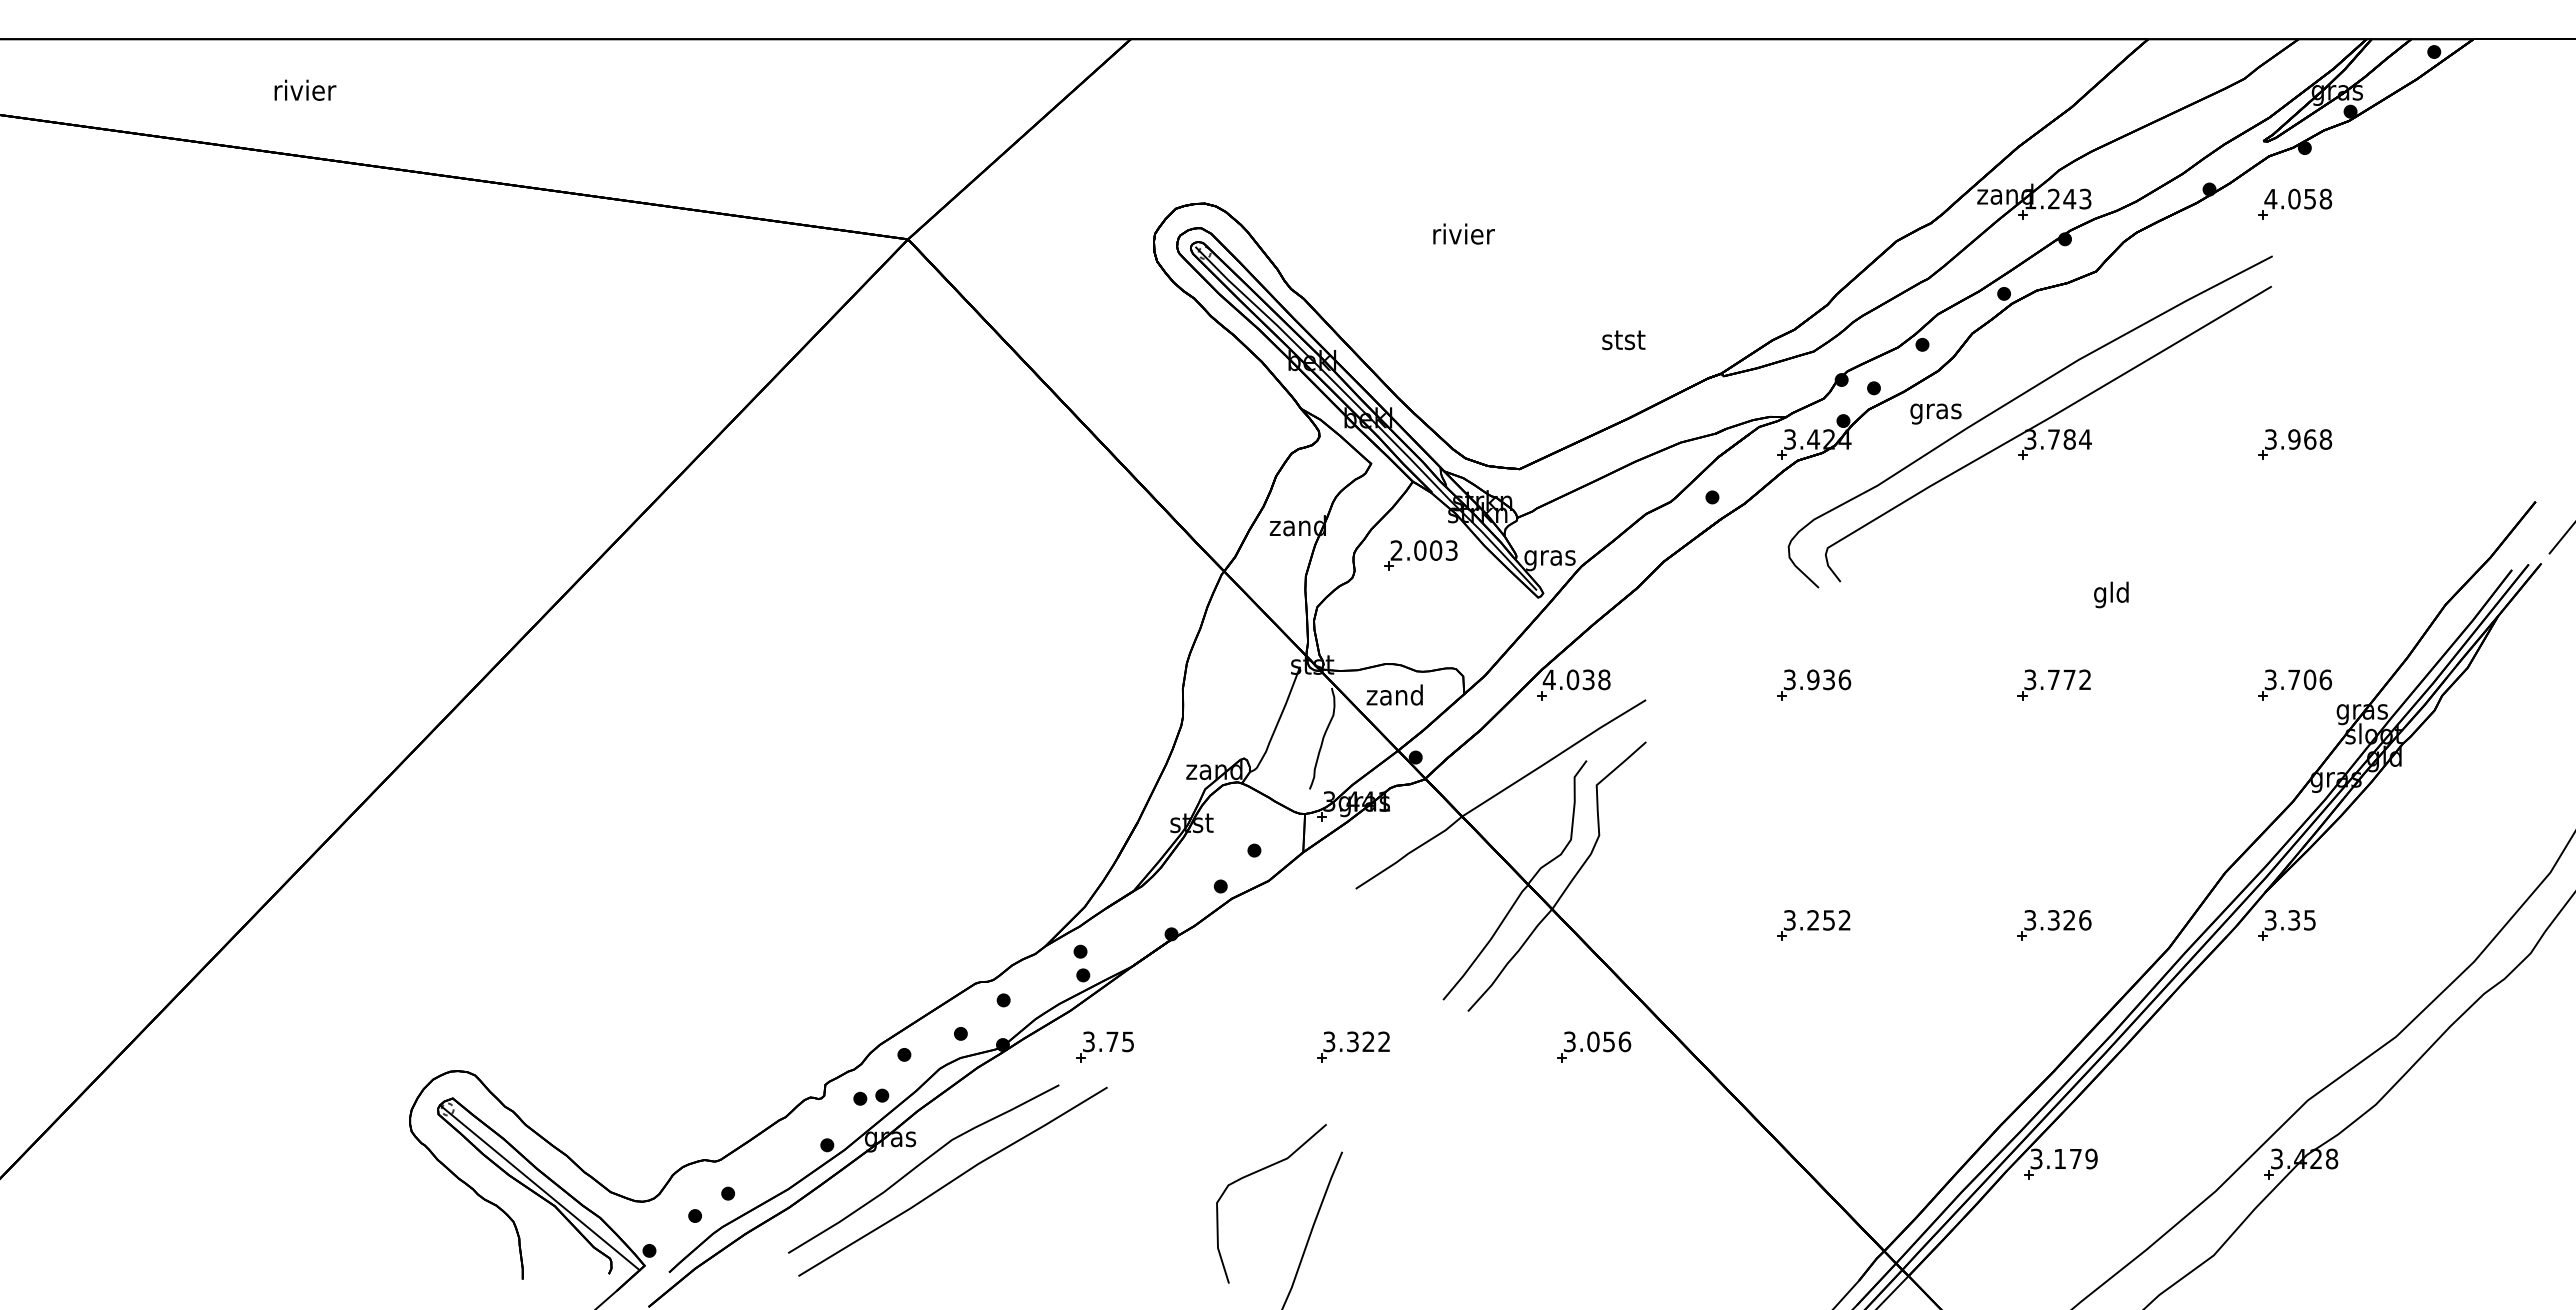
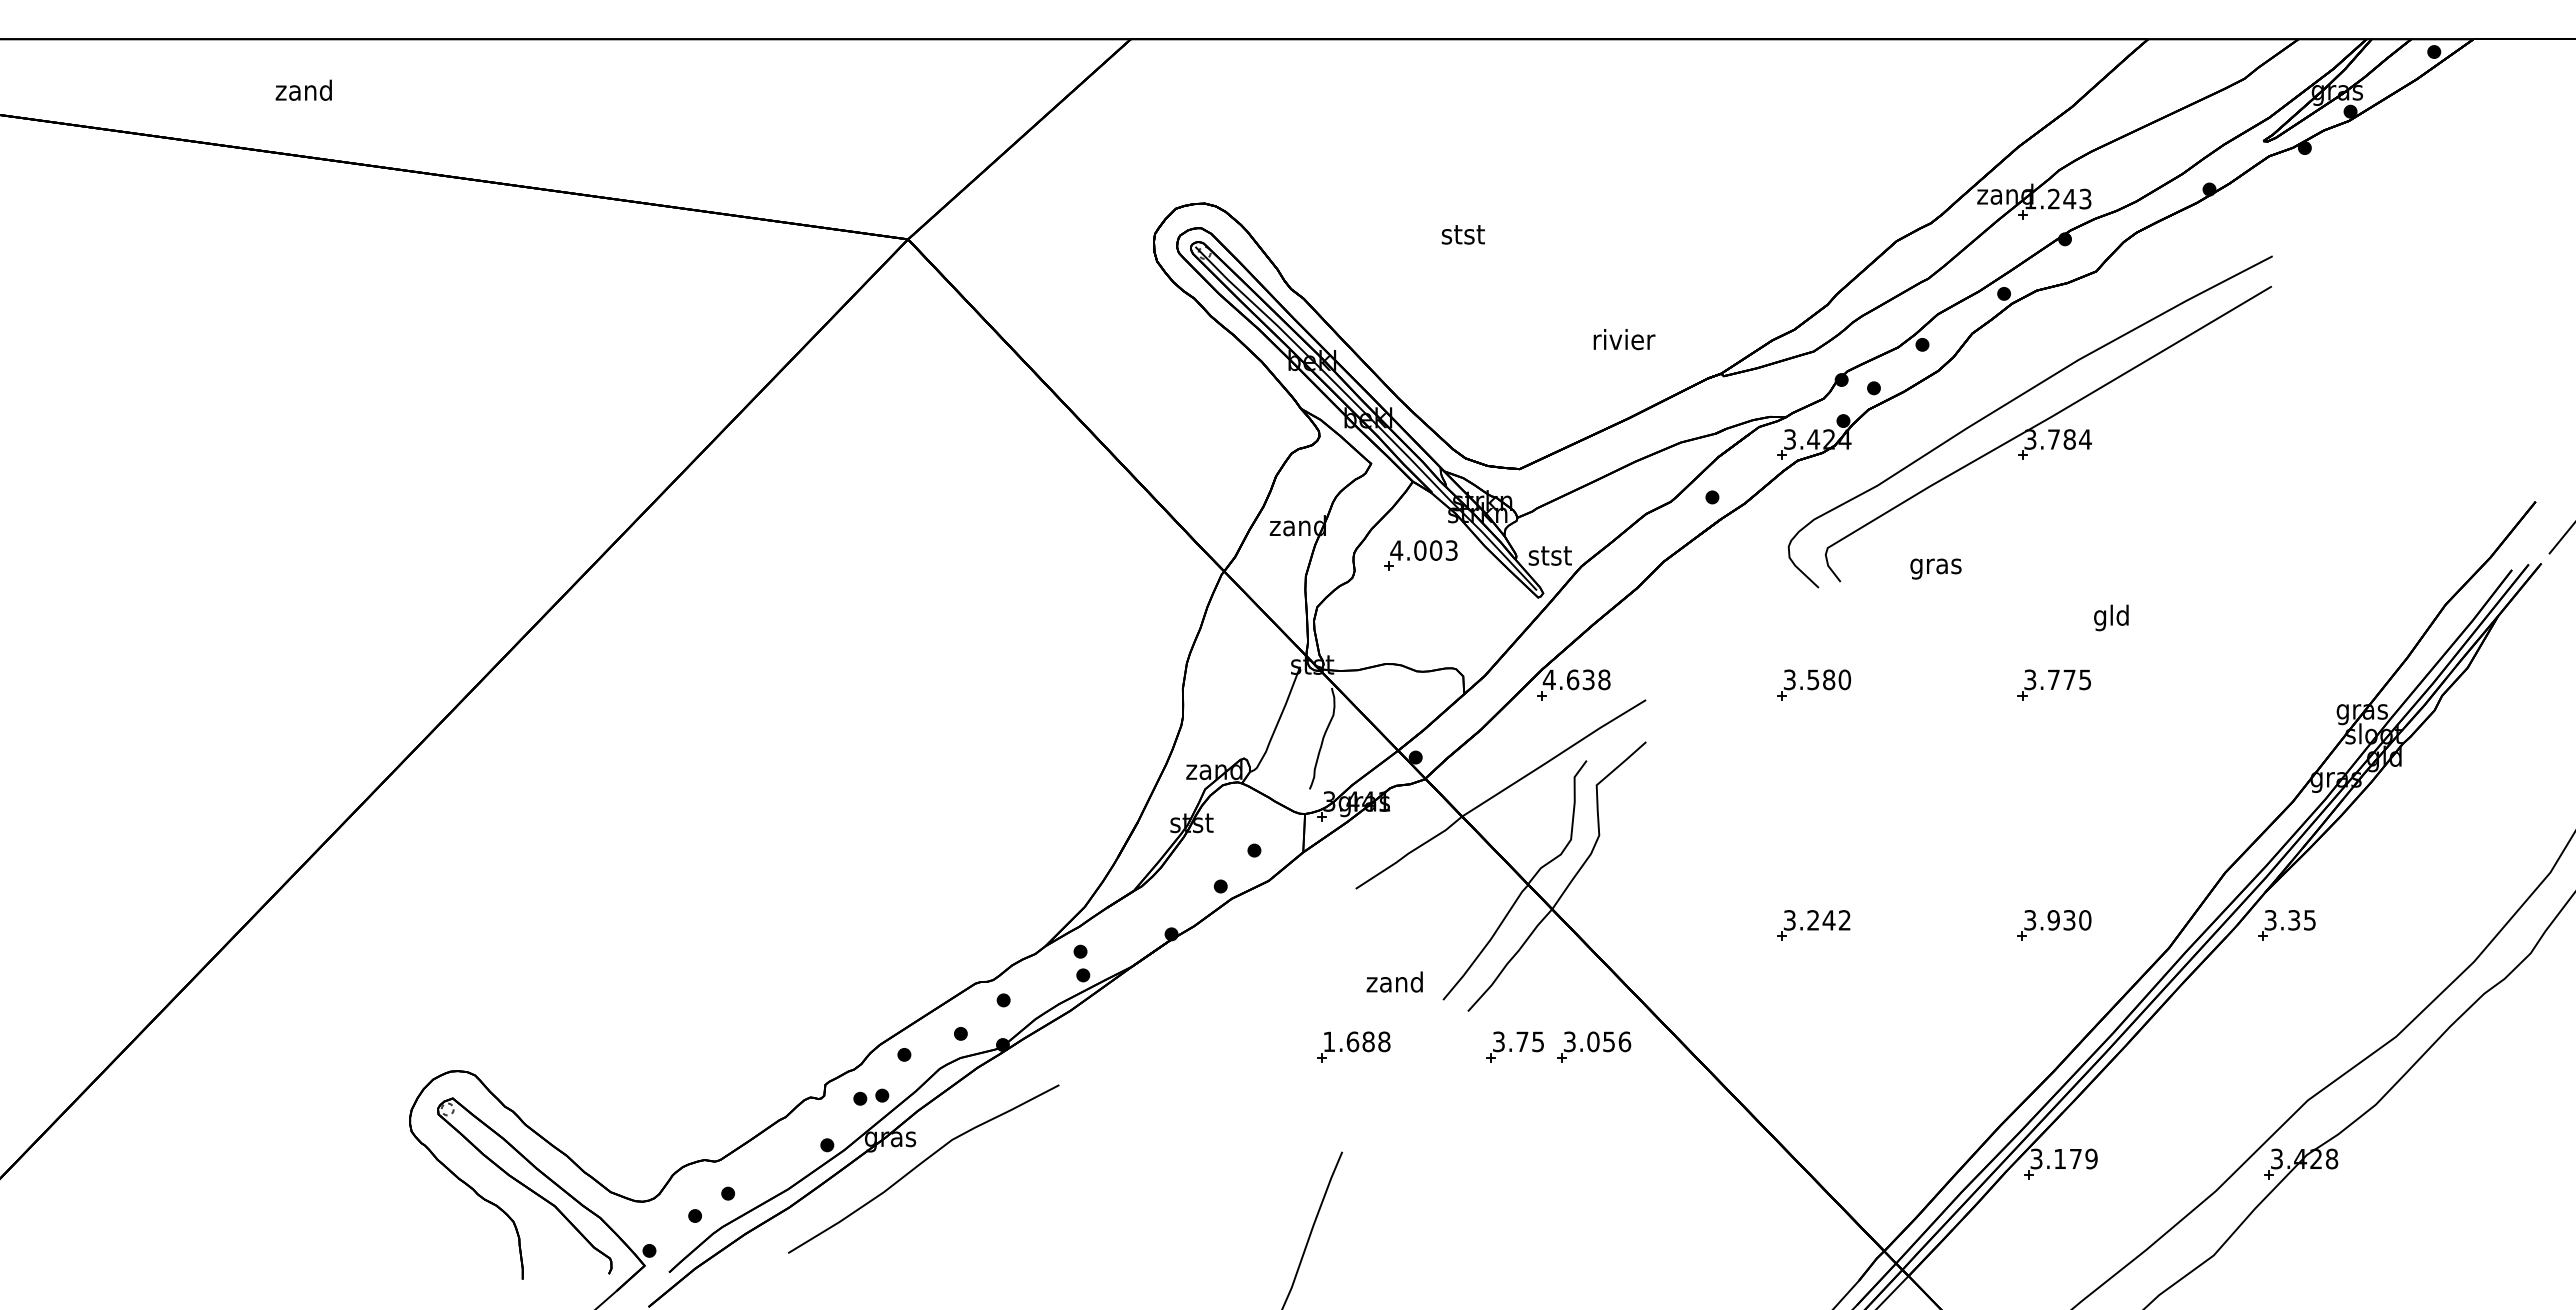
text at (305, 89): rivier -> zand
part at (2295, 203): present -> none
text at (1463, 233): rivier -> stst
text at (1624, 339): stst -> rivier
text at (1935, 413) position: (1935, 413) -> (1935, 568)
part at (2295, 444): present -> none
text at (1396, 550): 2.003 -> 4.003
text at (1549, 558): gras -> stst
text at (2111, 594) position: (2111, 594) -> (2111, 617)
text at (1572, 679): 4.038 -> 4.638
text at (1829, 679): 3.936 -> 3.580
text at (2085, 679): 3.772 -> 3.775
part at (2294, 684): present -> none
text at (1394, 694) position: (1394, 694) -> (1394, 981)
text at (1828, 920): 3.252 -> 3.242
text at (2069, 920): 3.326 -> 3.930
text at (1356, 1041): 3.322 -> 1.688
part at (1104, 1046) position: (1104, 1046) -> (1514, 1046)
curve at (1260, 1171): present -> none
curve at (952, 1181): present -> none
line at (539, 1187): present -> none
